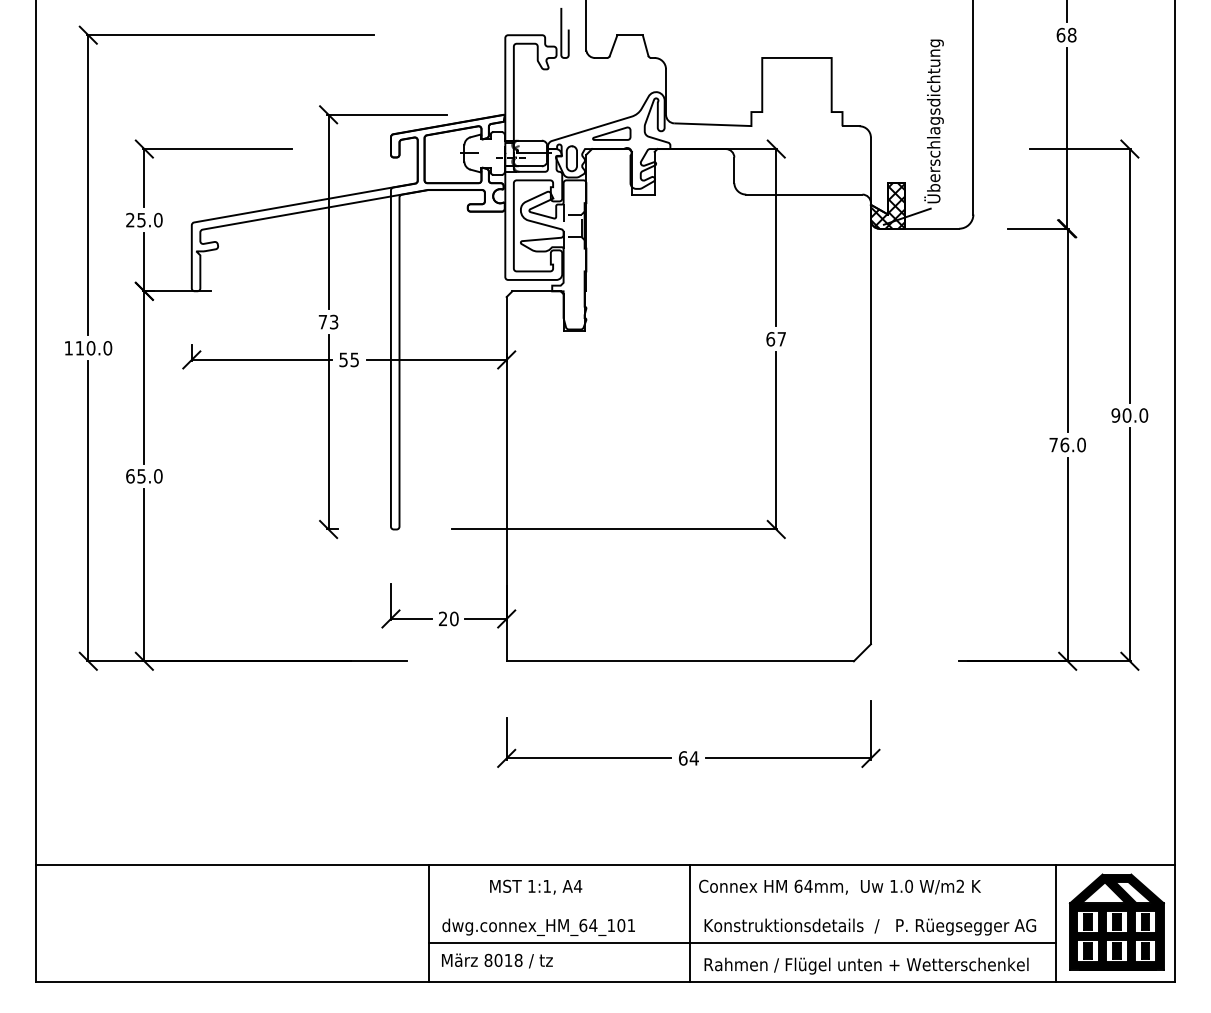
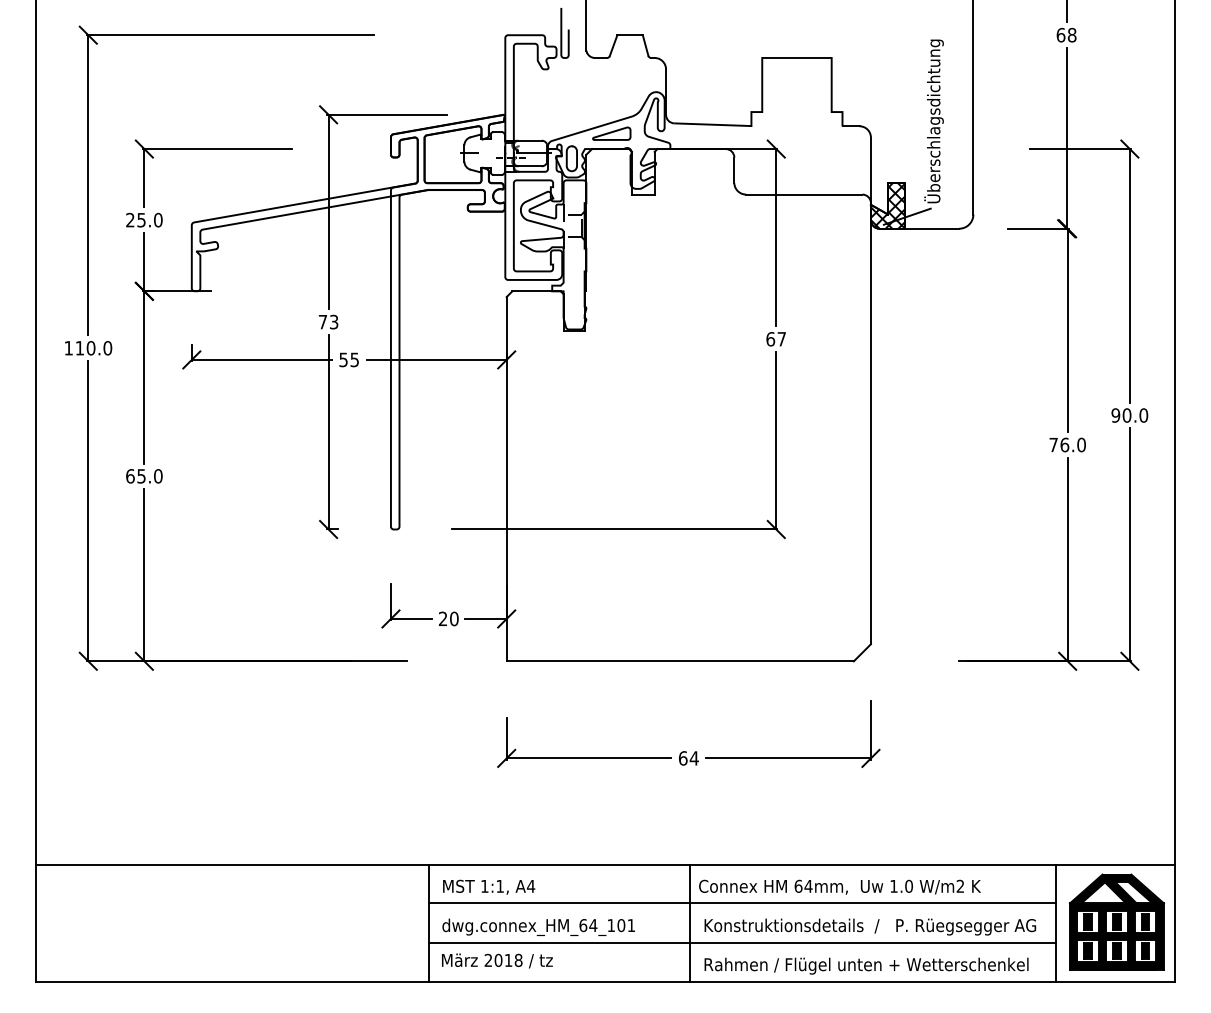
text at (536, 886) position: (536, 886) -> (489, 886)
line at (742, 903): none -> present
text at (488, 960): 8018 -> 2018
